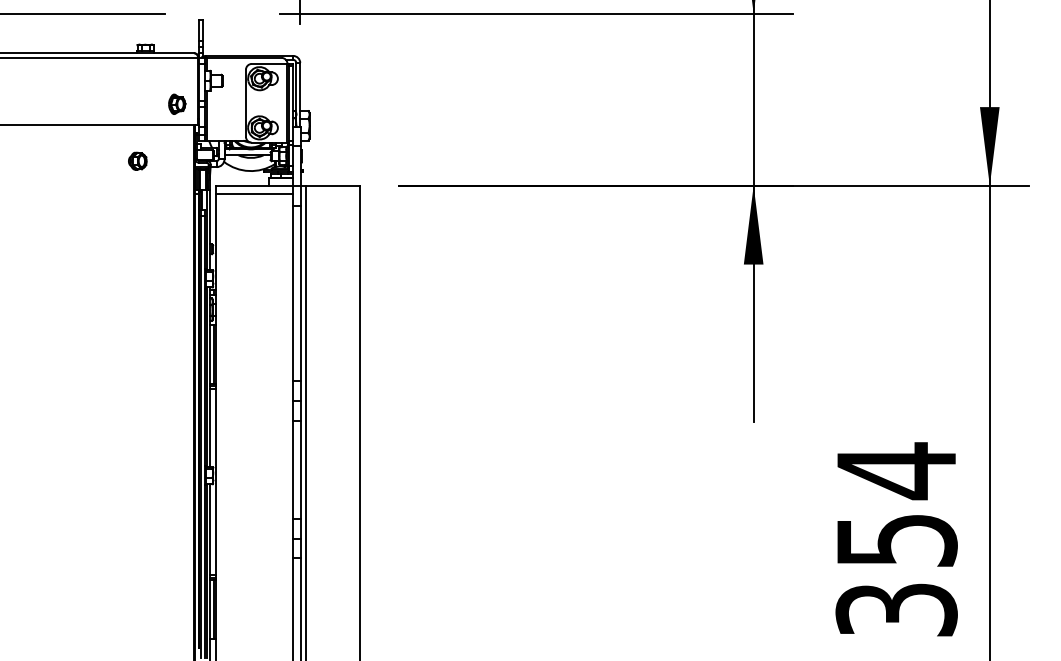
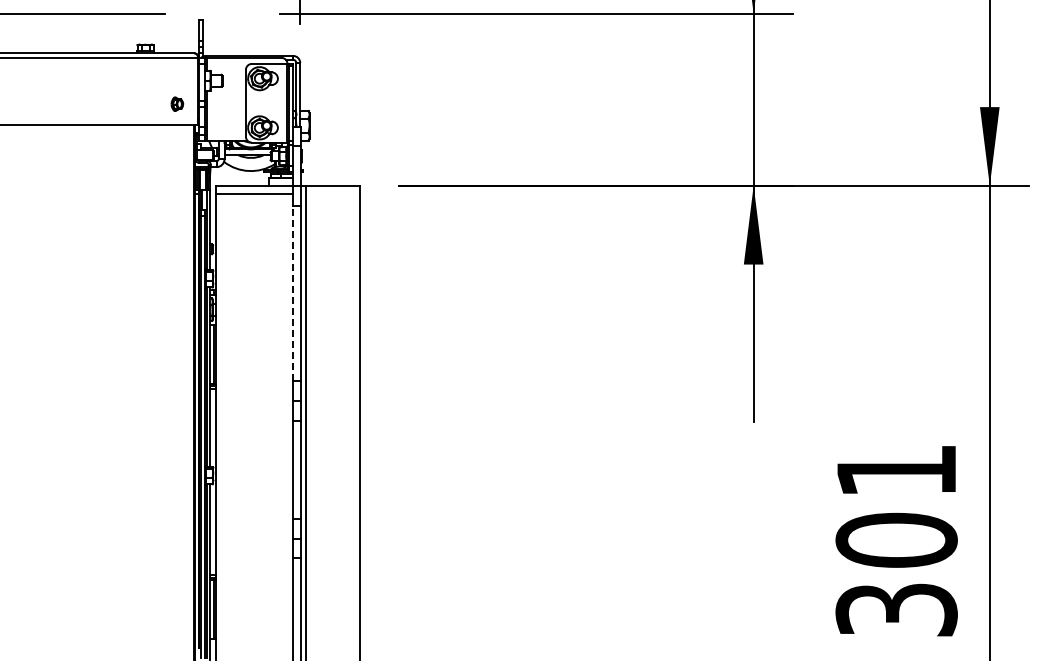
part at (177, 103) size: 19x22 px -> 15x16 px
part at (137, 160): present -> none
line at (293, 293): solid -> dashed
text at (896, 504): 354 -> 301
